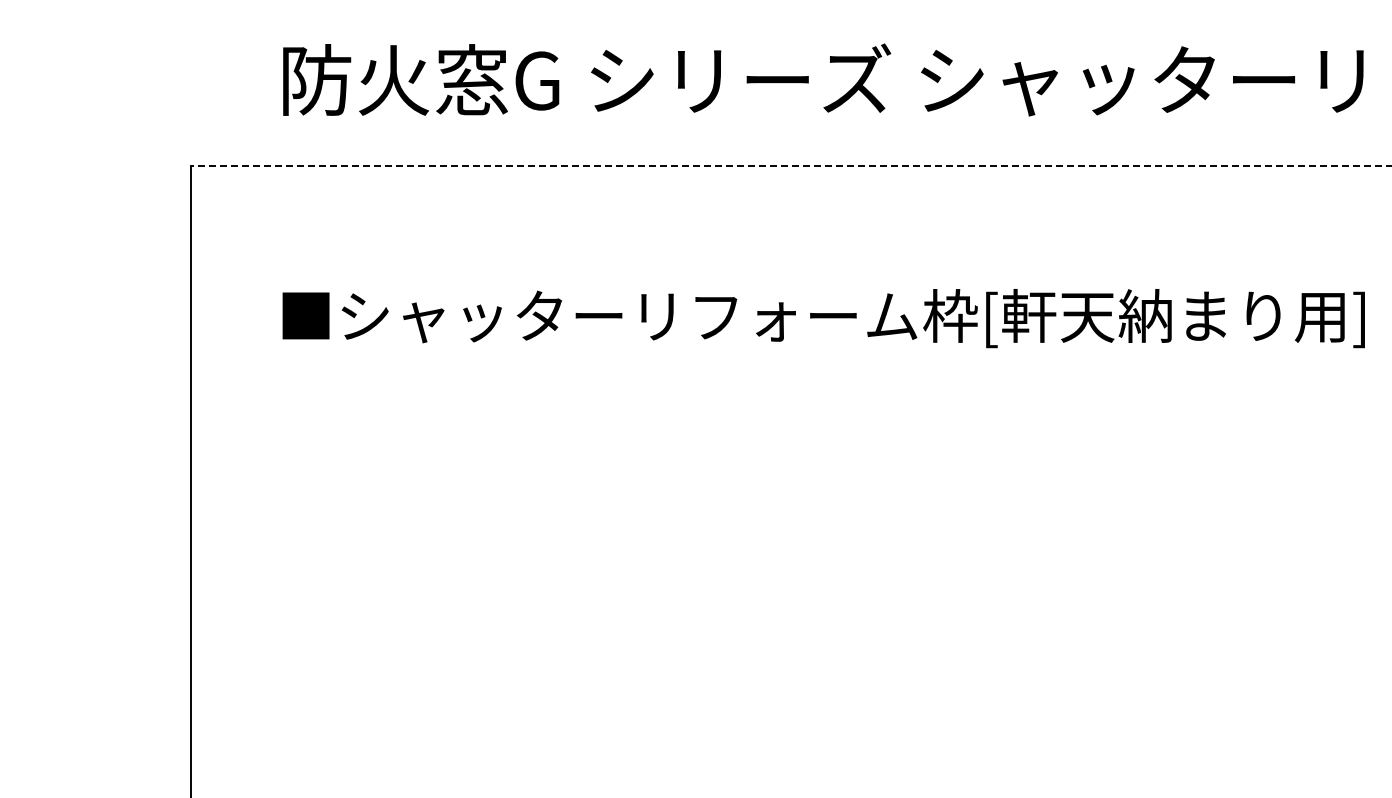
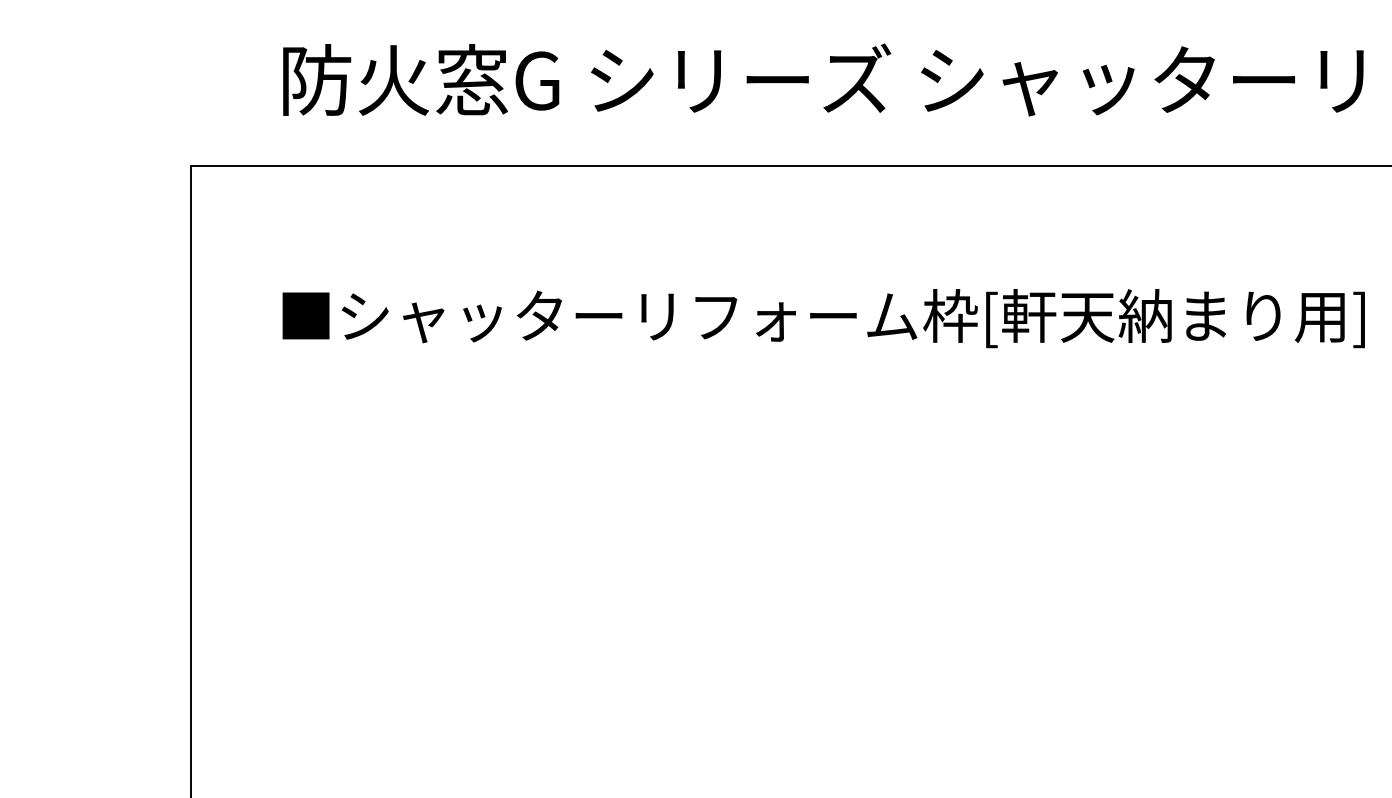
line at (790, 166): dashed -> solid
